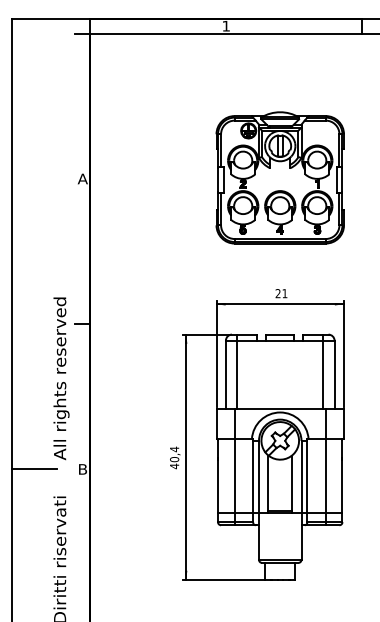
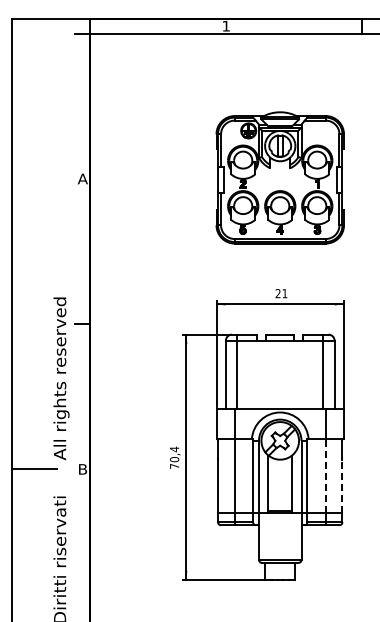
text at (174, 466): 40,4 -> 70,4
line at (325, 475): solid -> dashed
line at (342, 486): solid -> dashed
